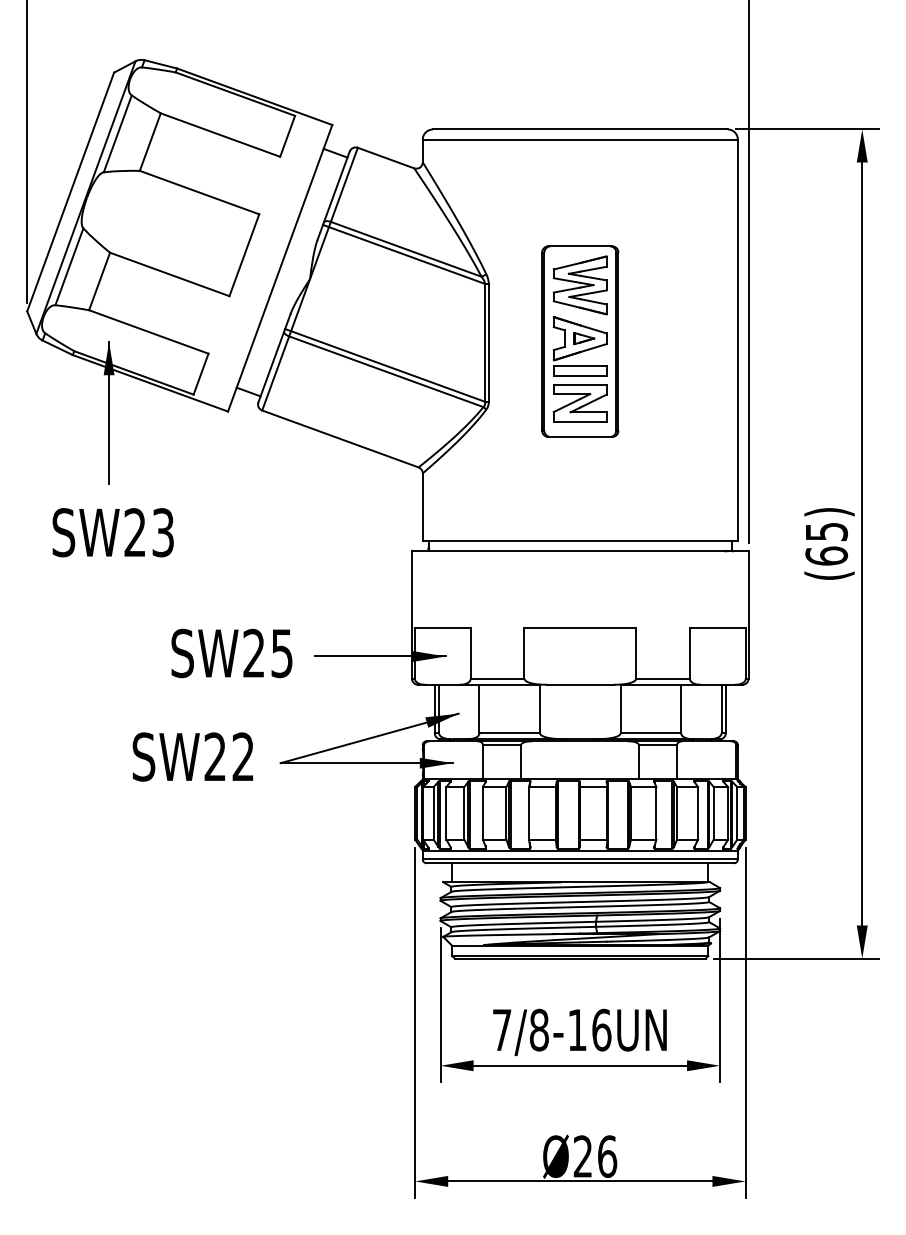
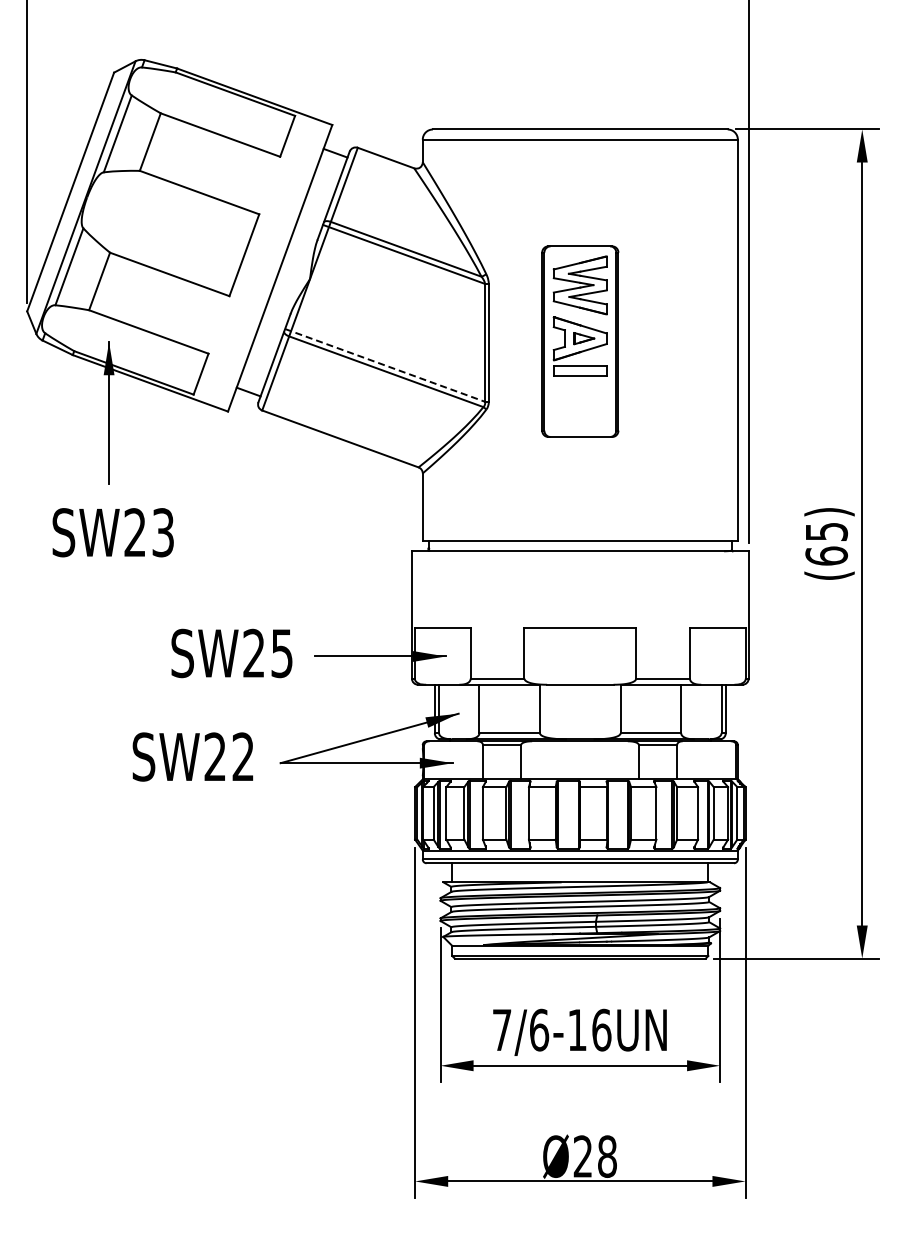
line at (385, 365): solid -> dashed
part at (579, 403): present -> none
text at (539, 1029): 7/8-16UN -> 7/6-16UN
text at (607, 1156): Ø26 -> Ø28
